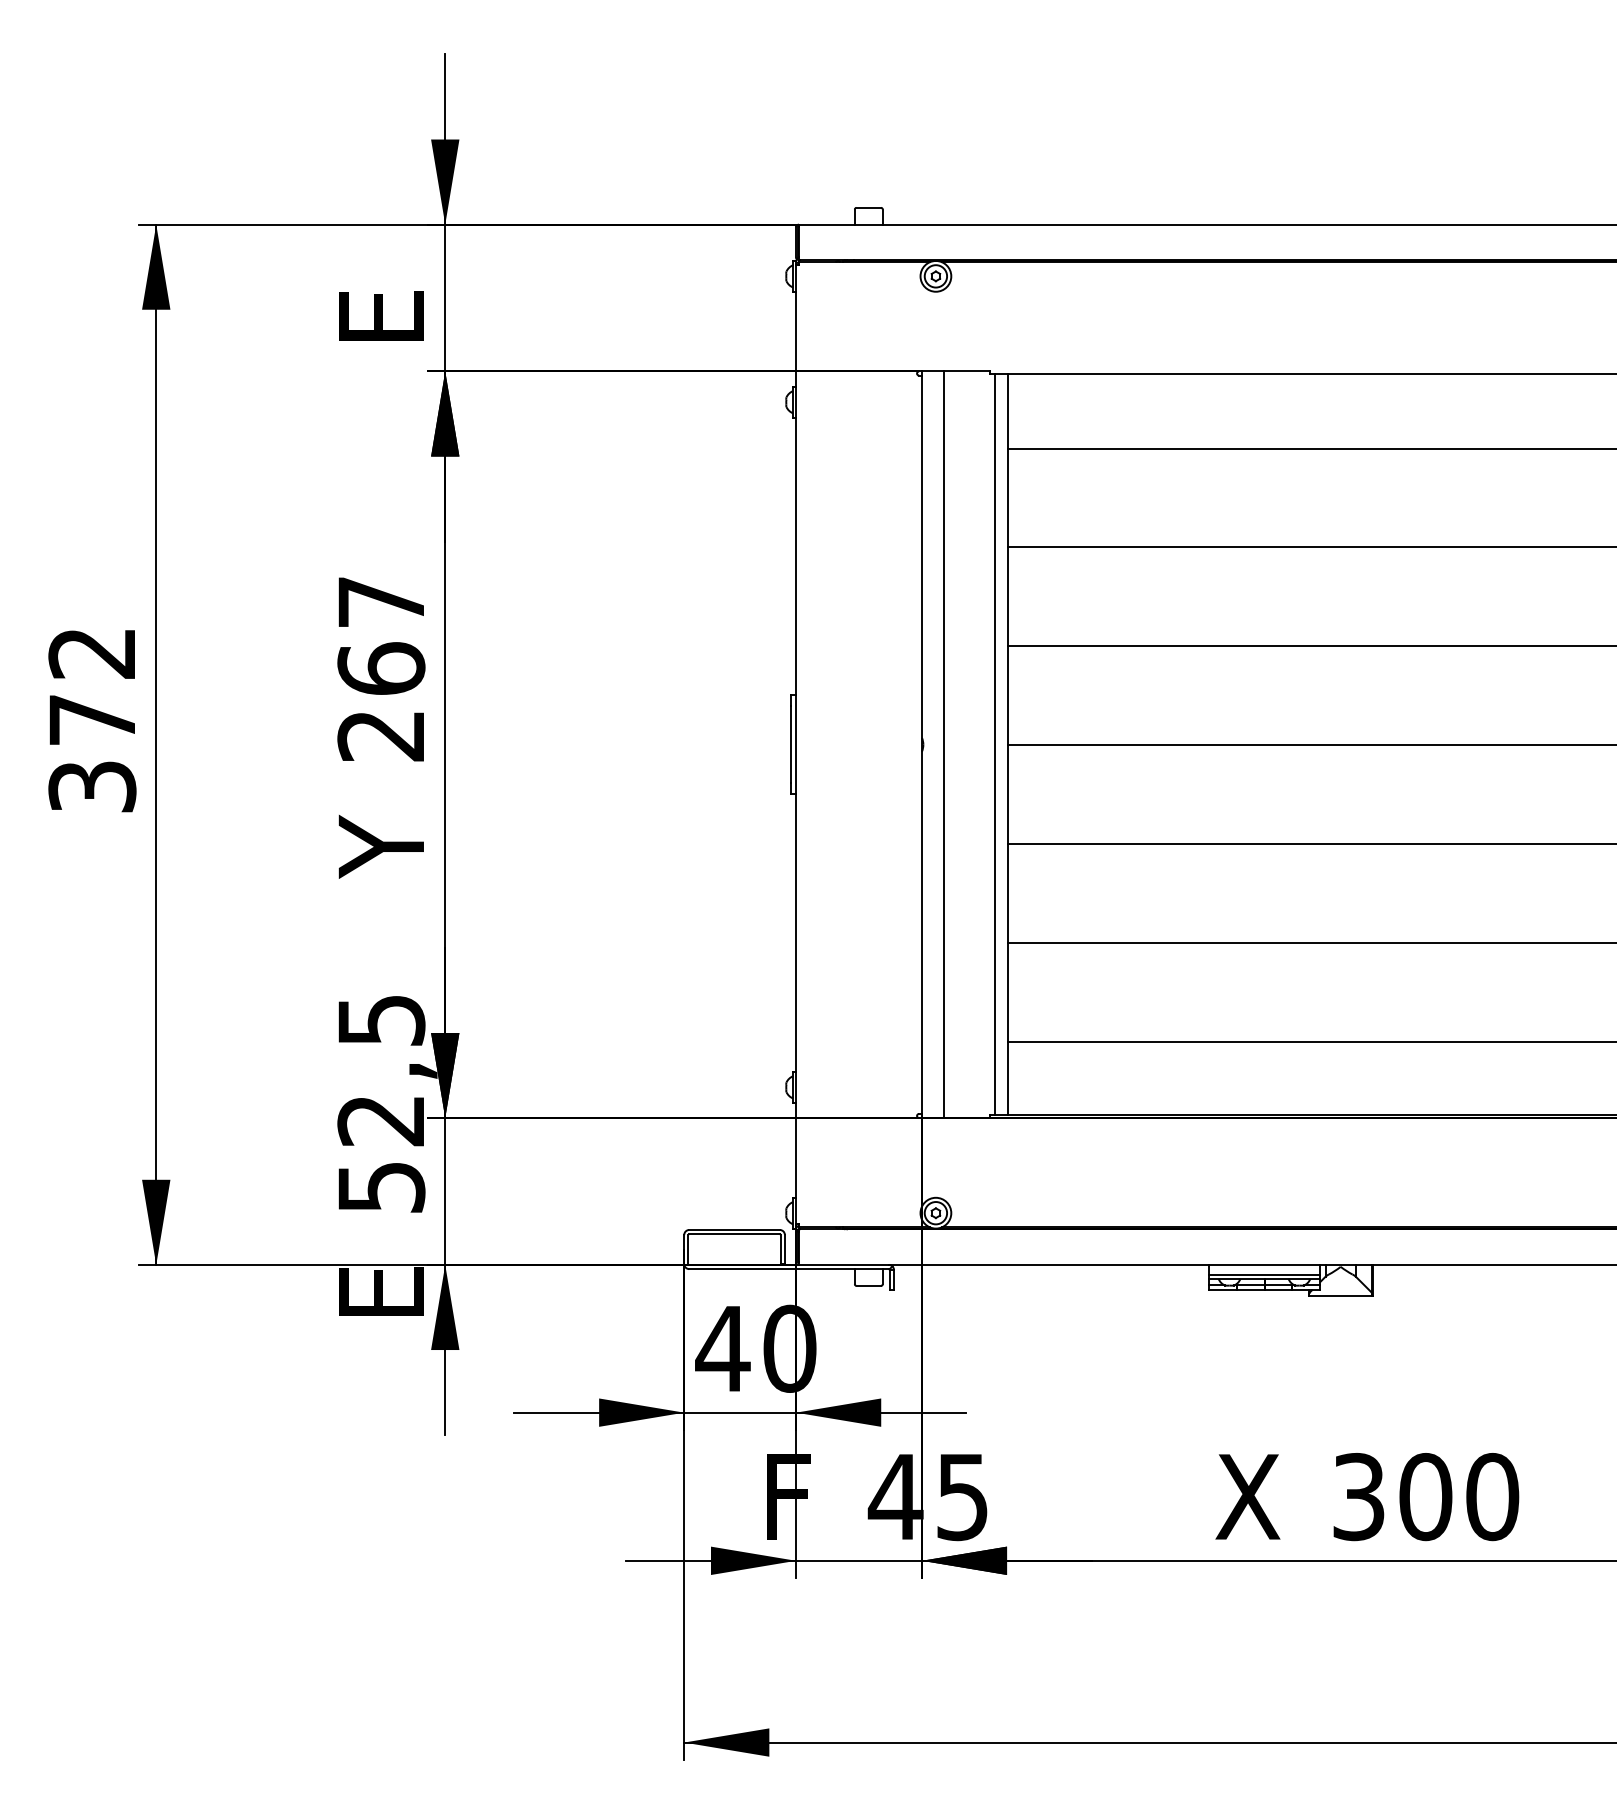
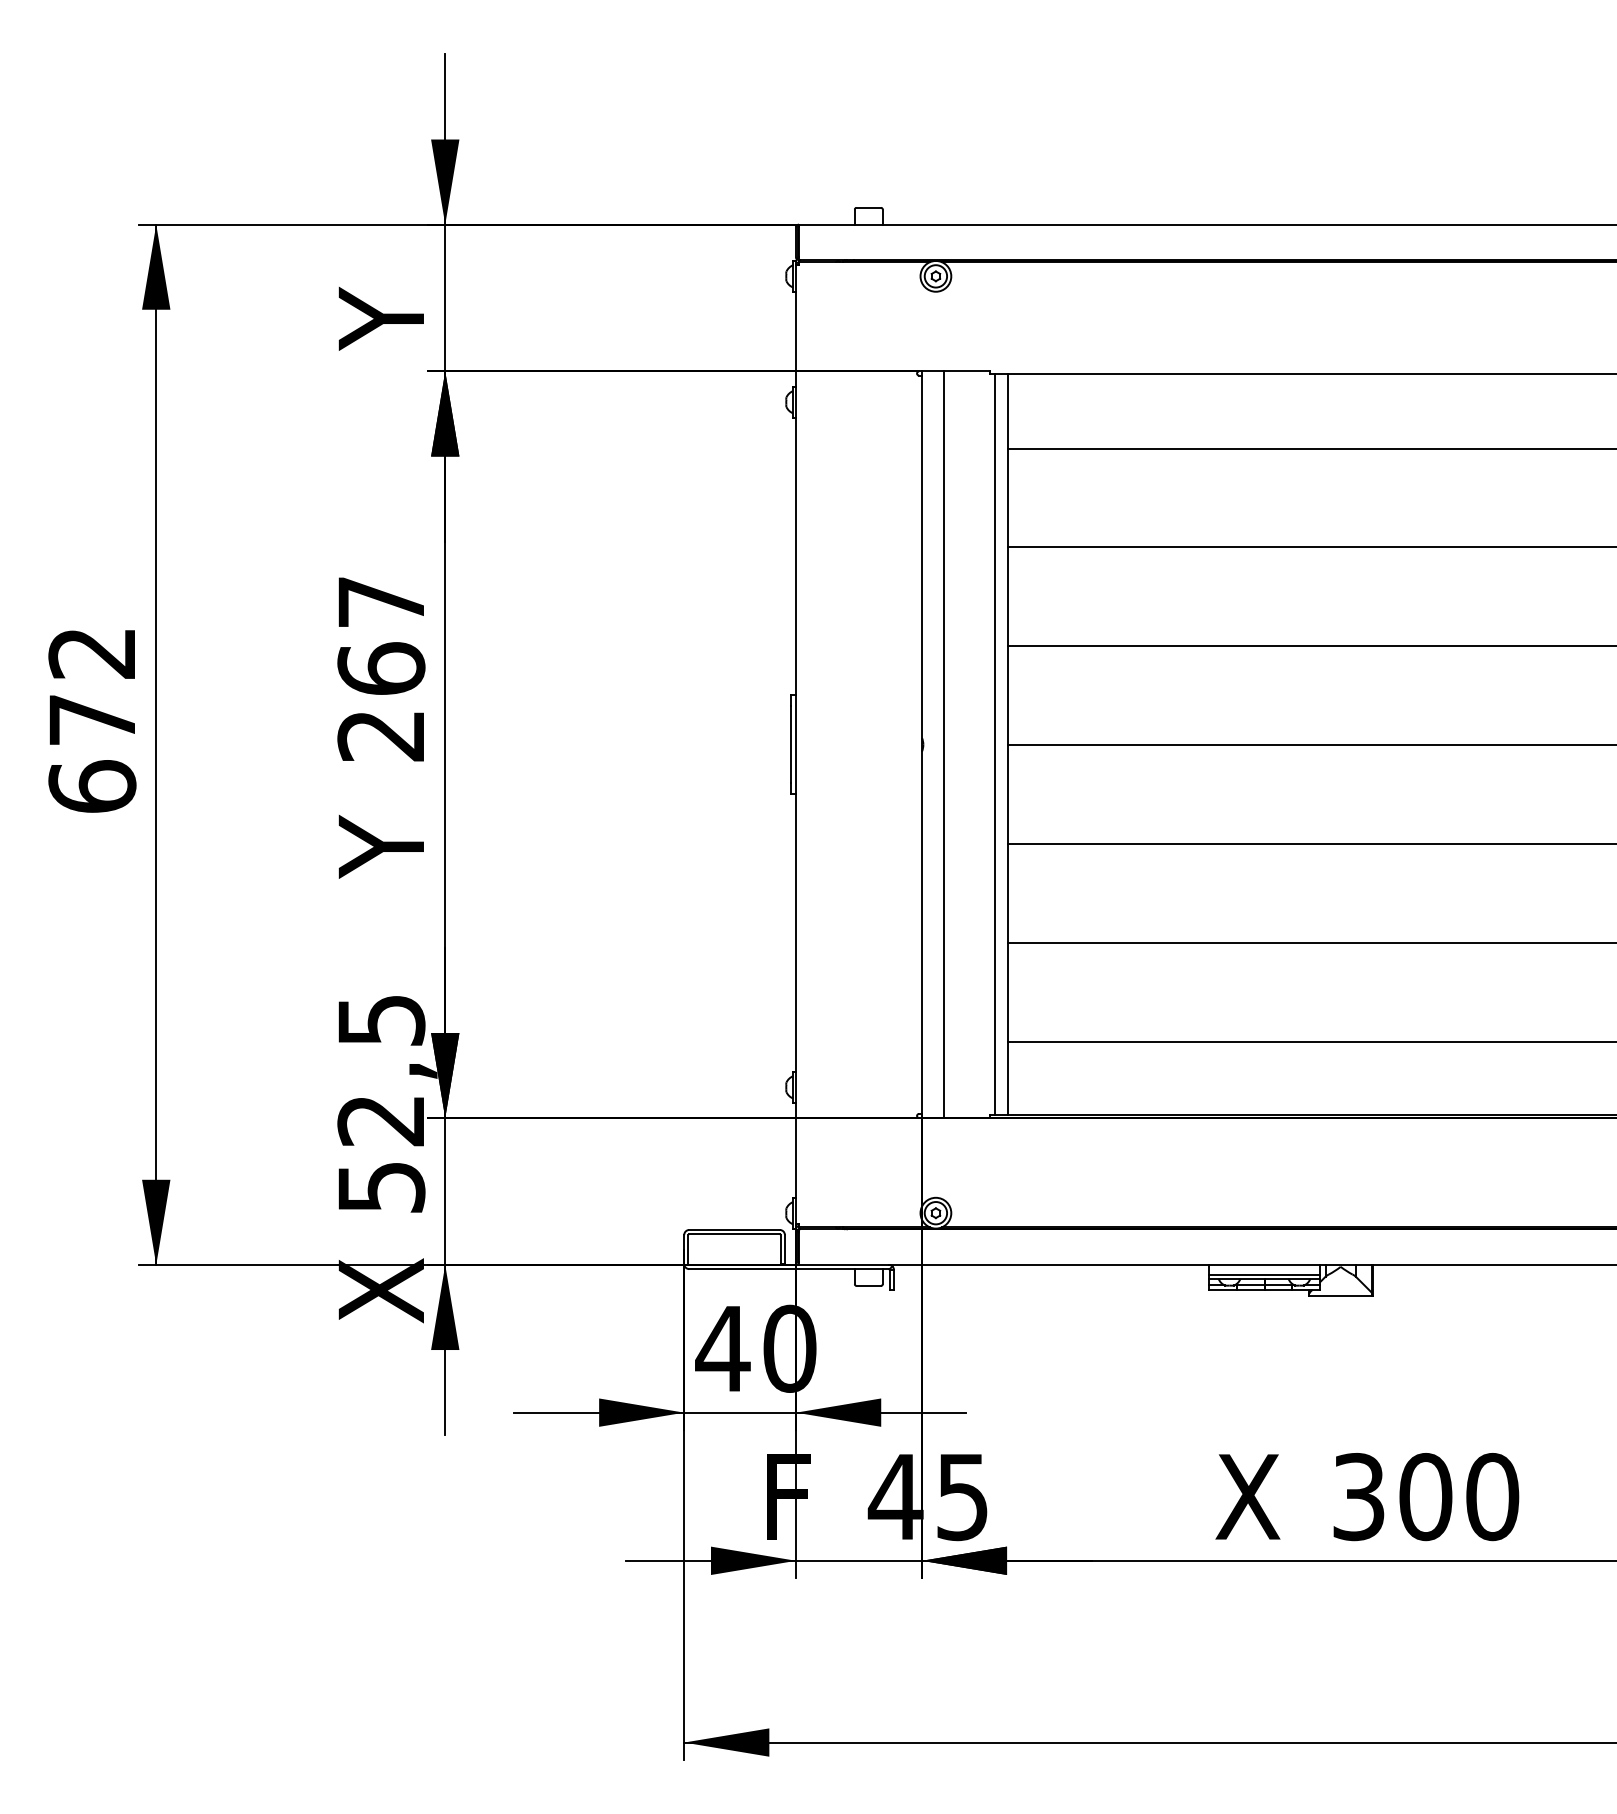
text at (380, 318): E -> Y
text at (92, 786): 372 -> 672
text at (380, 1290): E -> X
